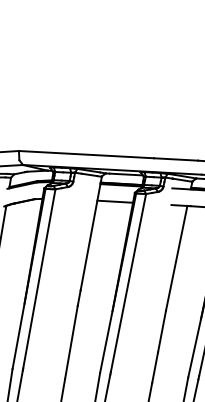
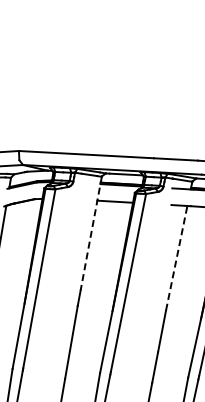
line at (91, 233): solid -> dashed
line at (176, 257): solid -> dashed
